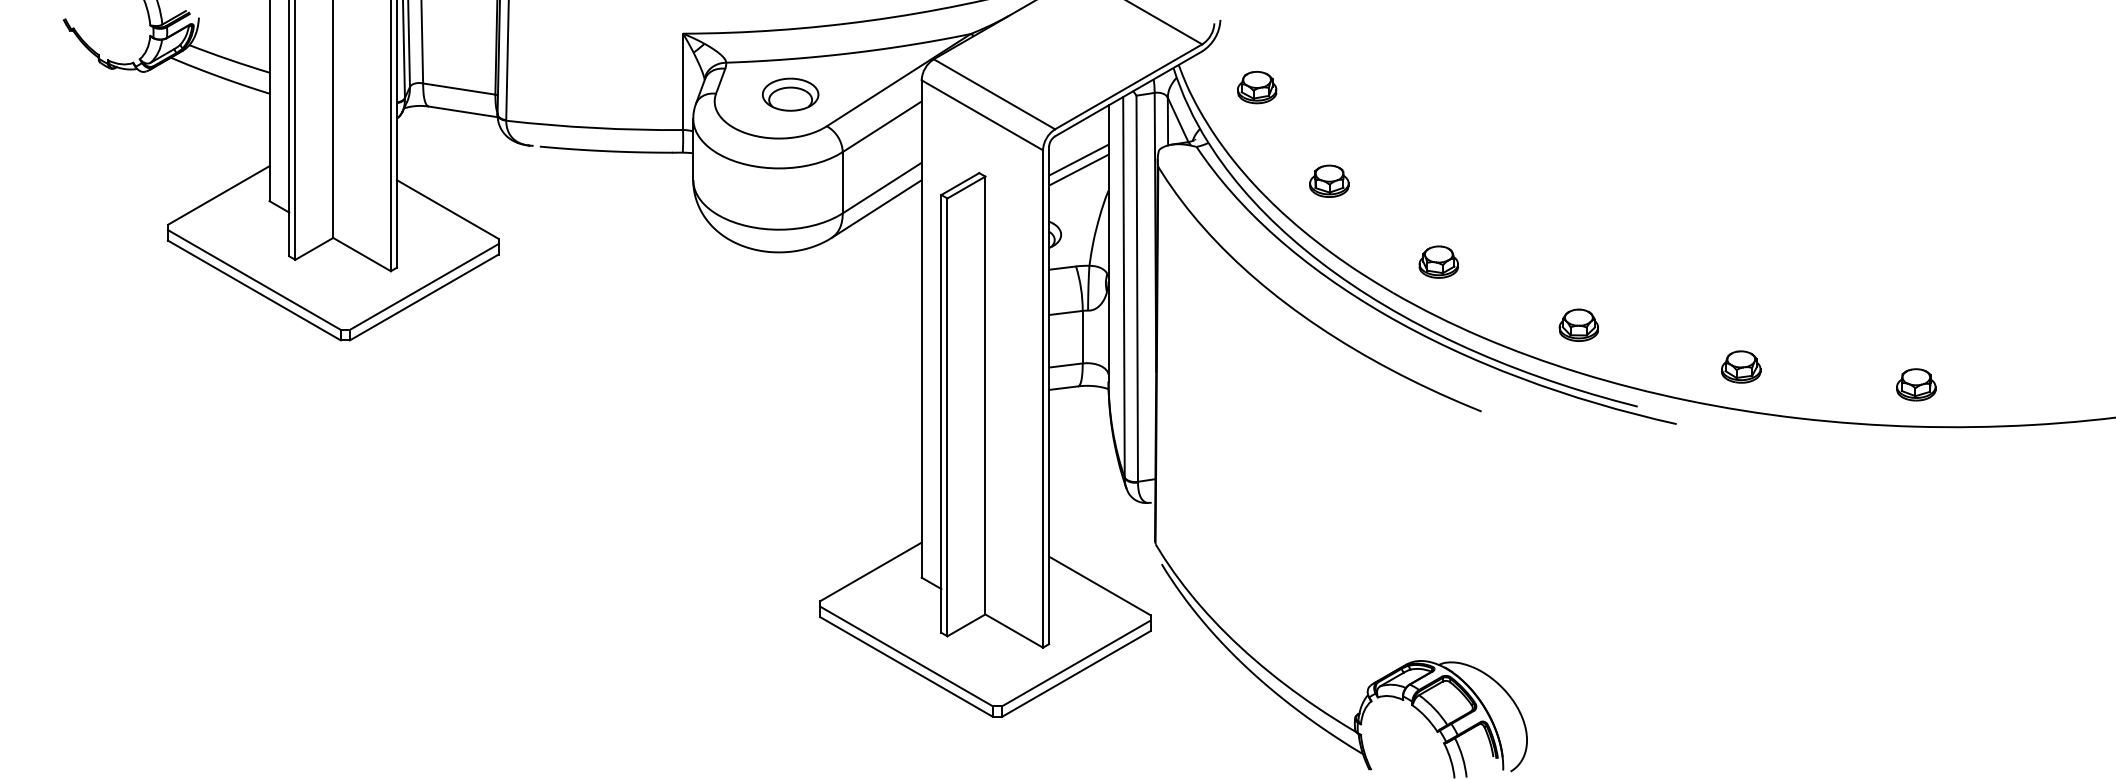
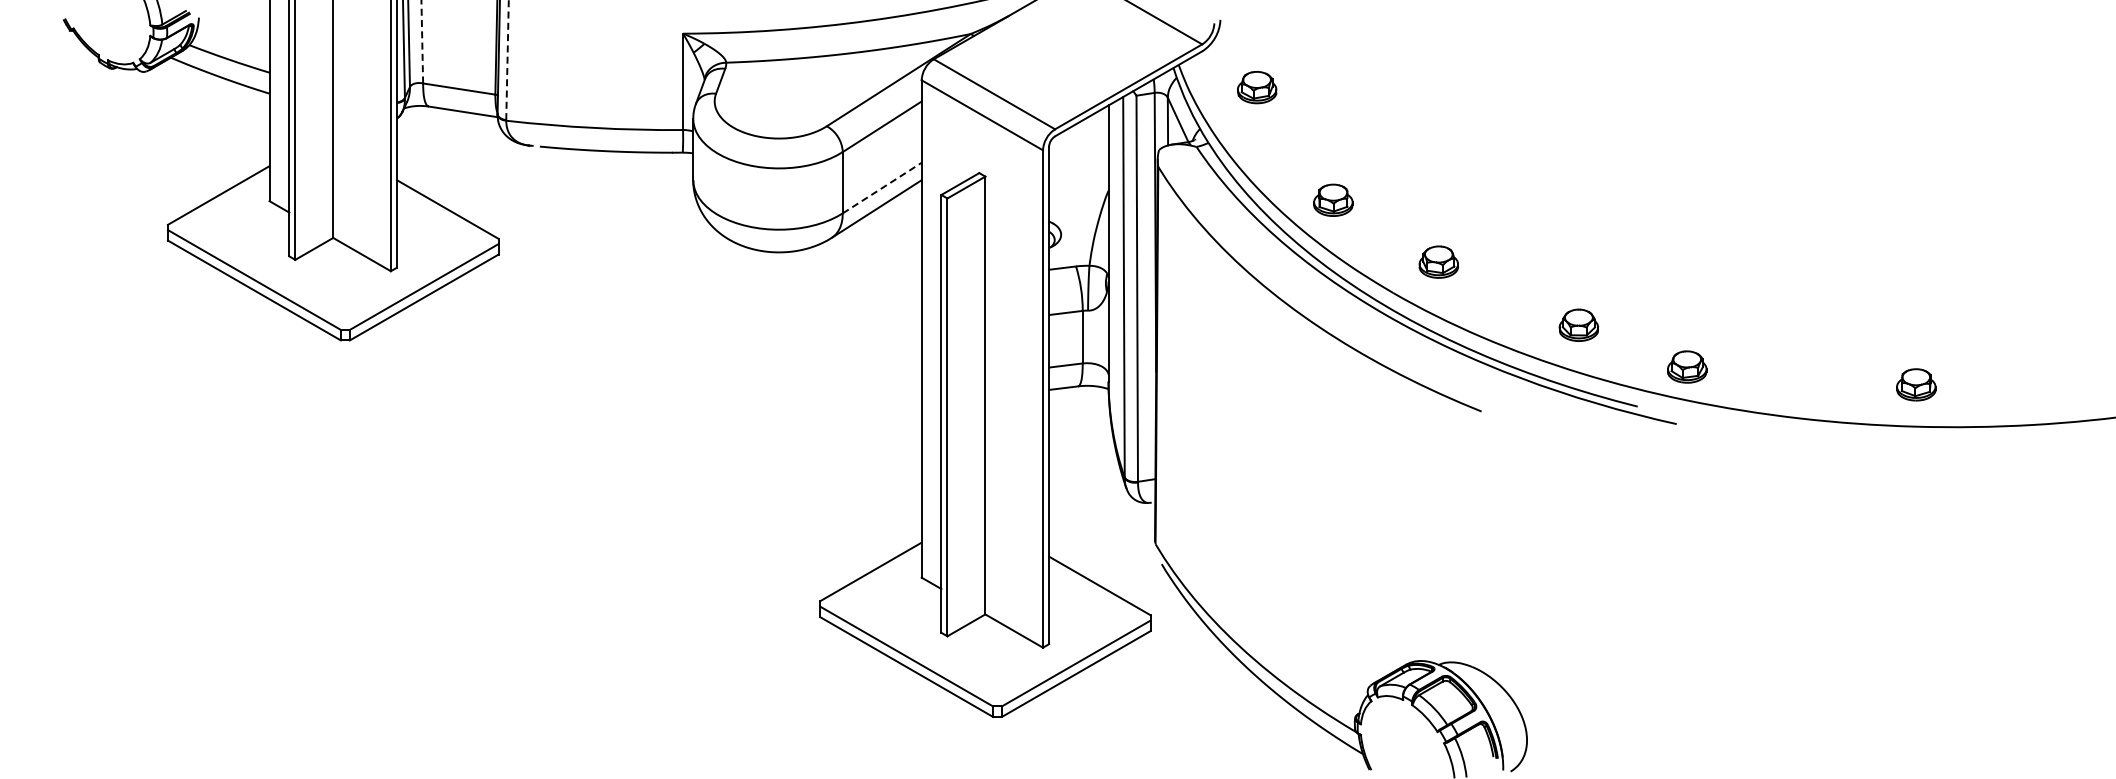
line at (422, 41): solid -> dashed
line at (507, 60): solid -> dashed
part at (790, 94): present -> none
line at (1078, 159): present -> none
line at (1078, 169): present -> none
part at (1329, 180) position: (1329, 180) -> (1333, 199)
line at (882, 188): solid -> dashed
part at (1741, 366) position: (1741, 366) -> (1687, 366)
